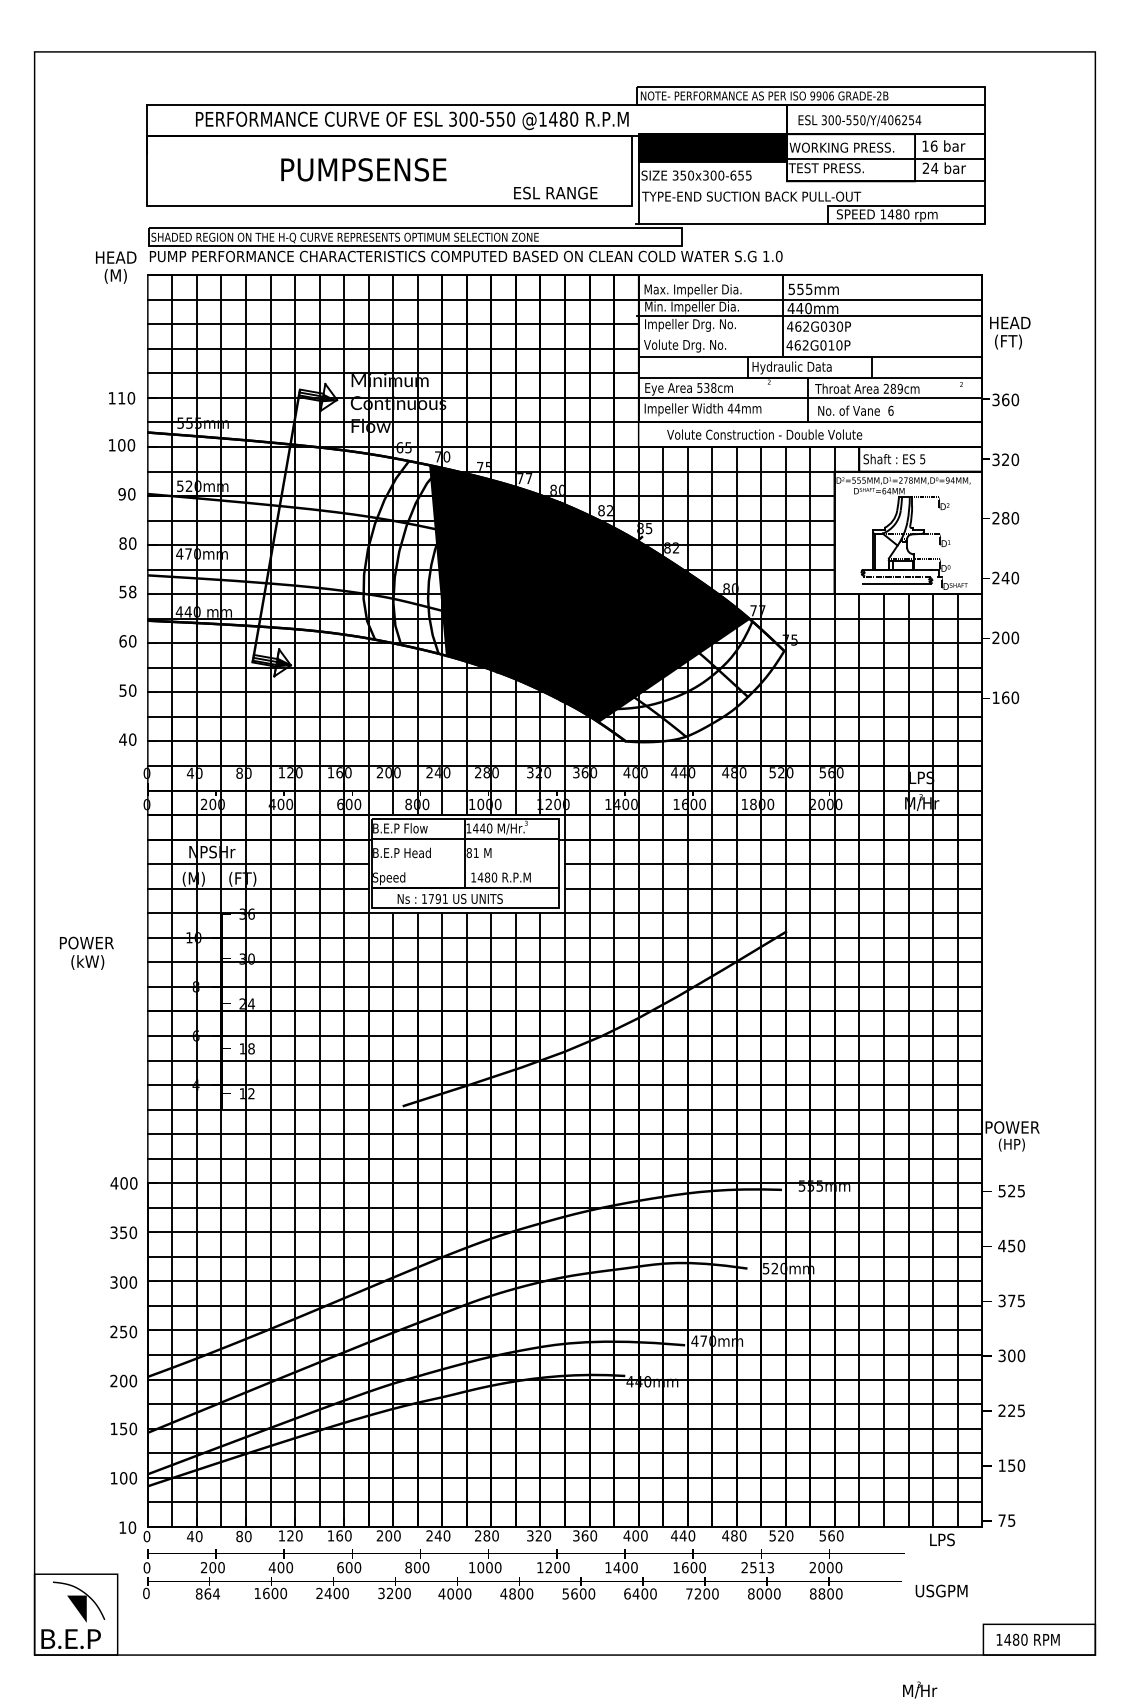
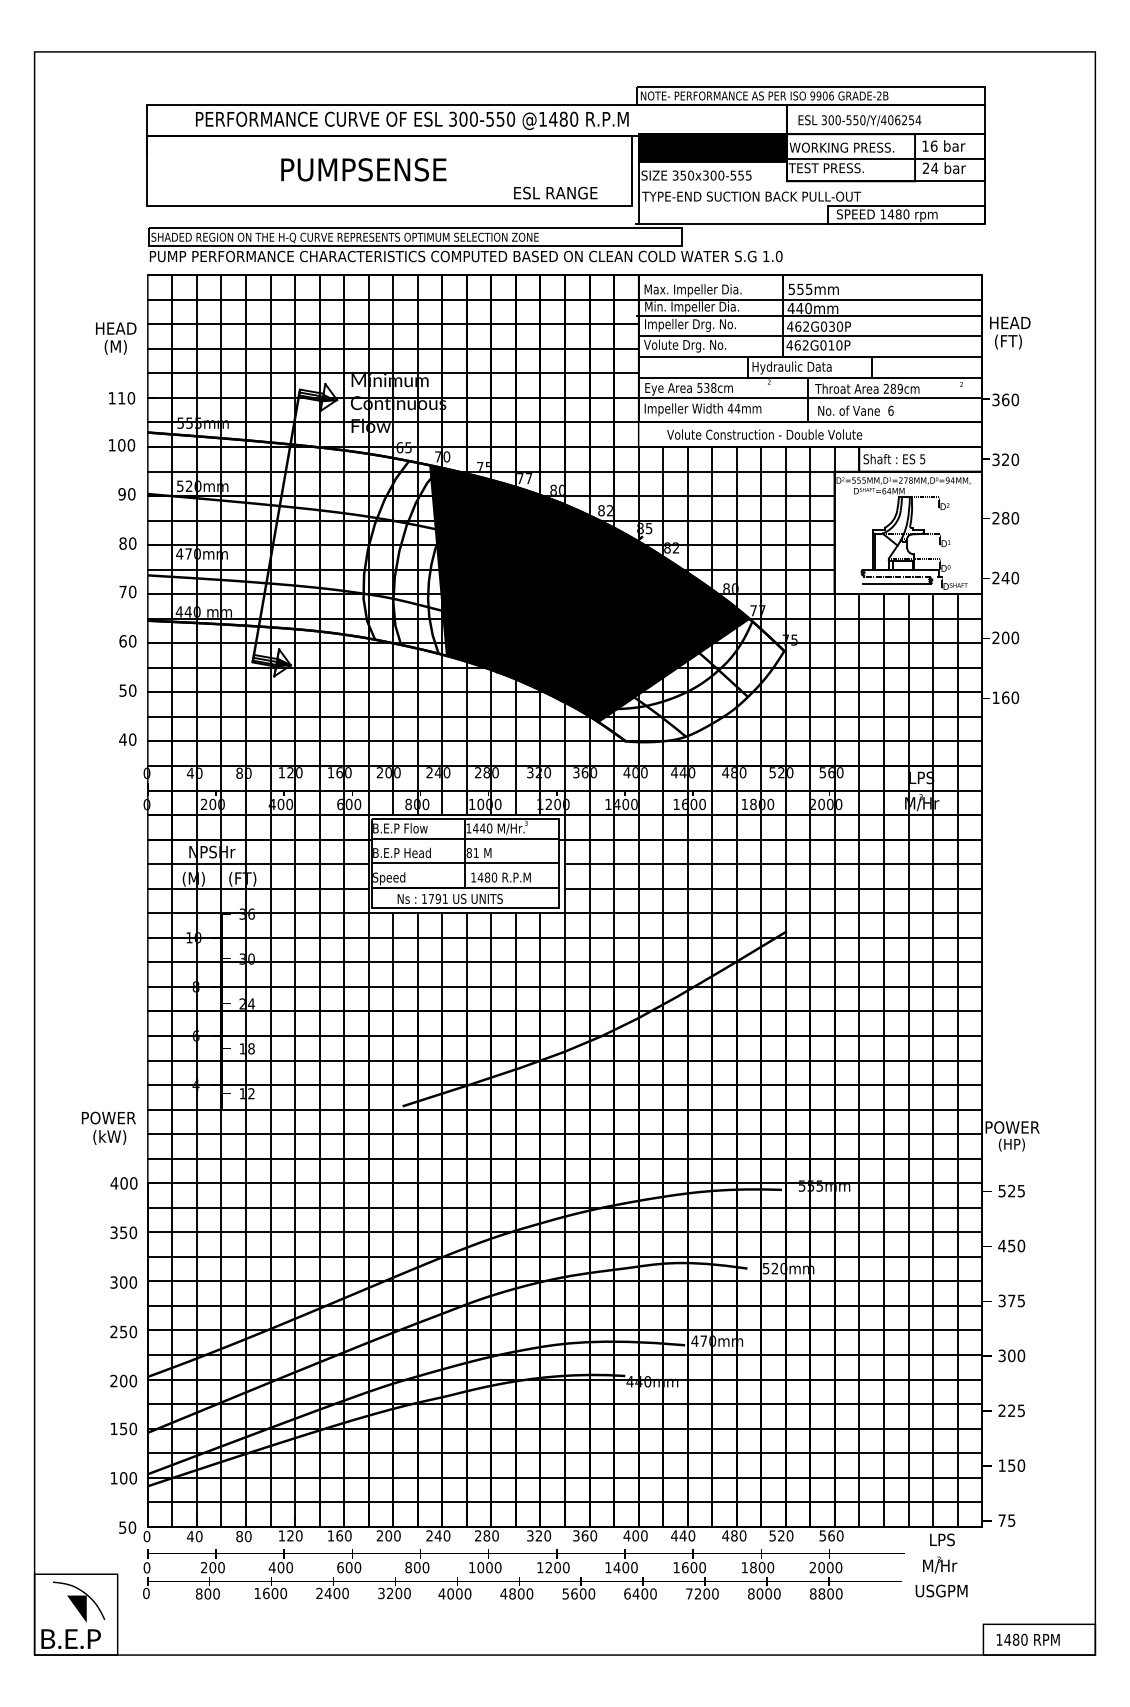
text at (733, 175): 350x300-655 -> 350x300-555
text at (116, 267) position: (116, 267) -> (116, 338)
line at (810, 335): none -> present
text at (127, 592): 58 -> 70
line at (465, 863): none -> present
text at (86, 952) position: (86, 952) -> (108, 1127)
text at (122, 1527): 10 -> 50
text at (757, 1567): 2513 -> 1800
text at (212, 1593): 864 -> 800
text at (920, 1689) position: (920, 1689) -> (940, 1564)
